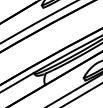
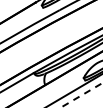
line at (81, 95): solid -> dashed
